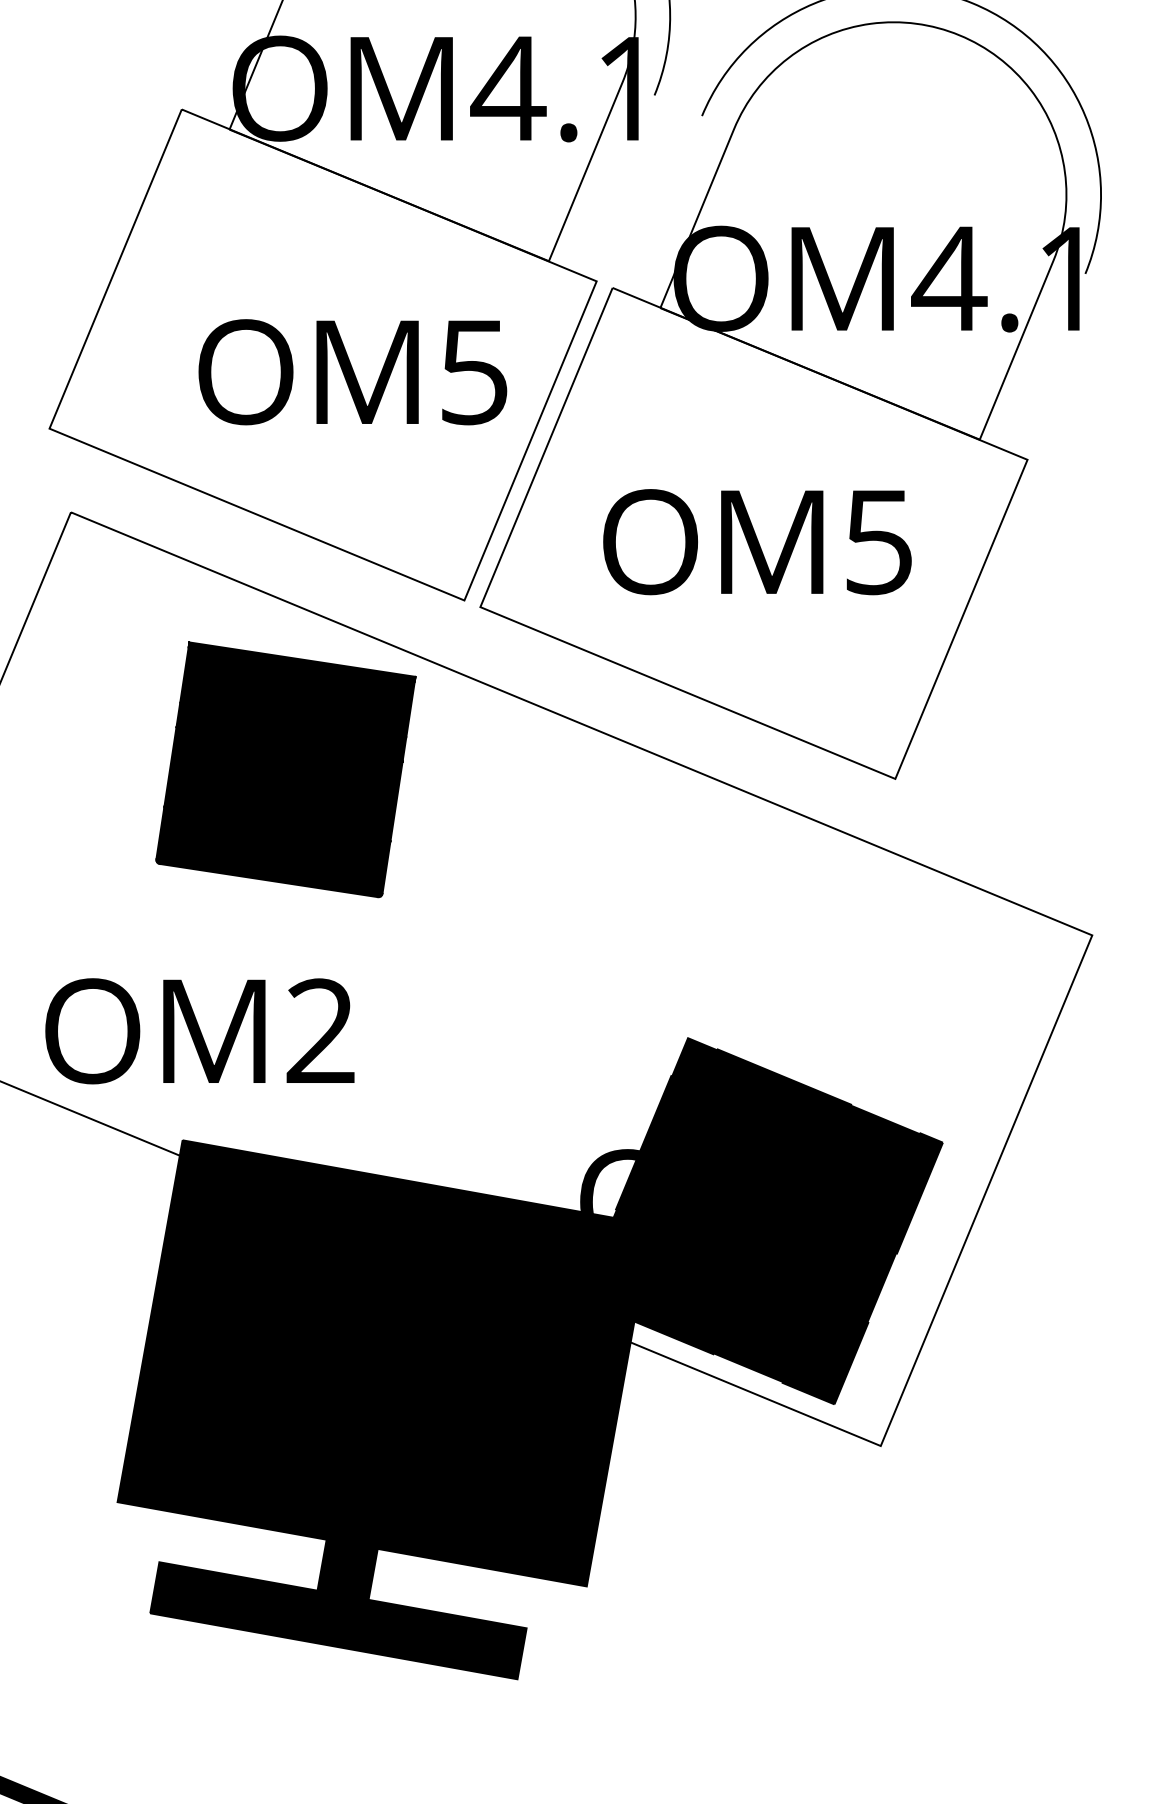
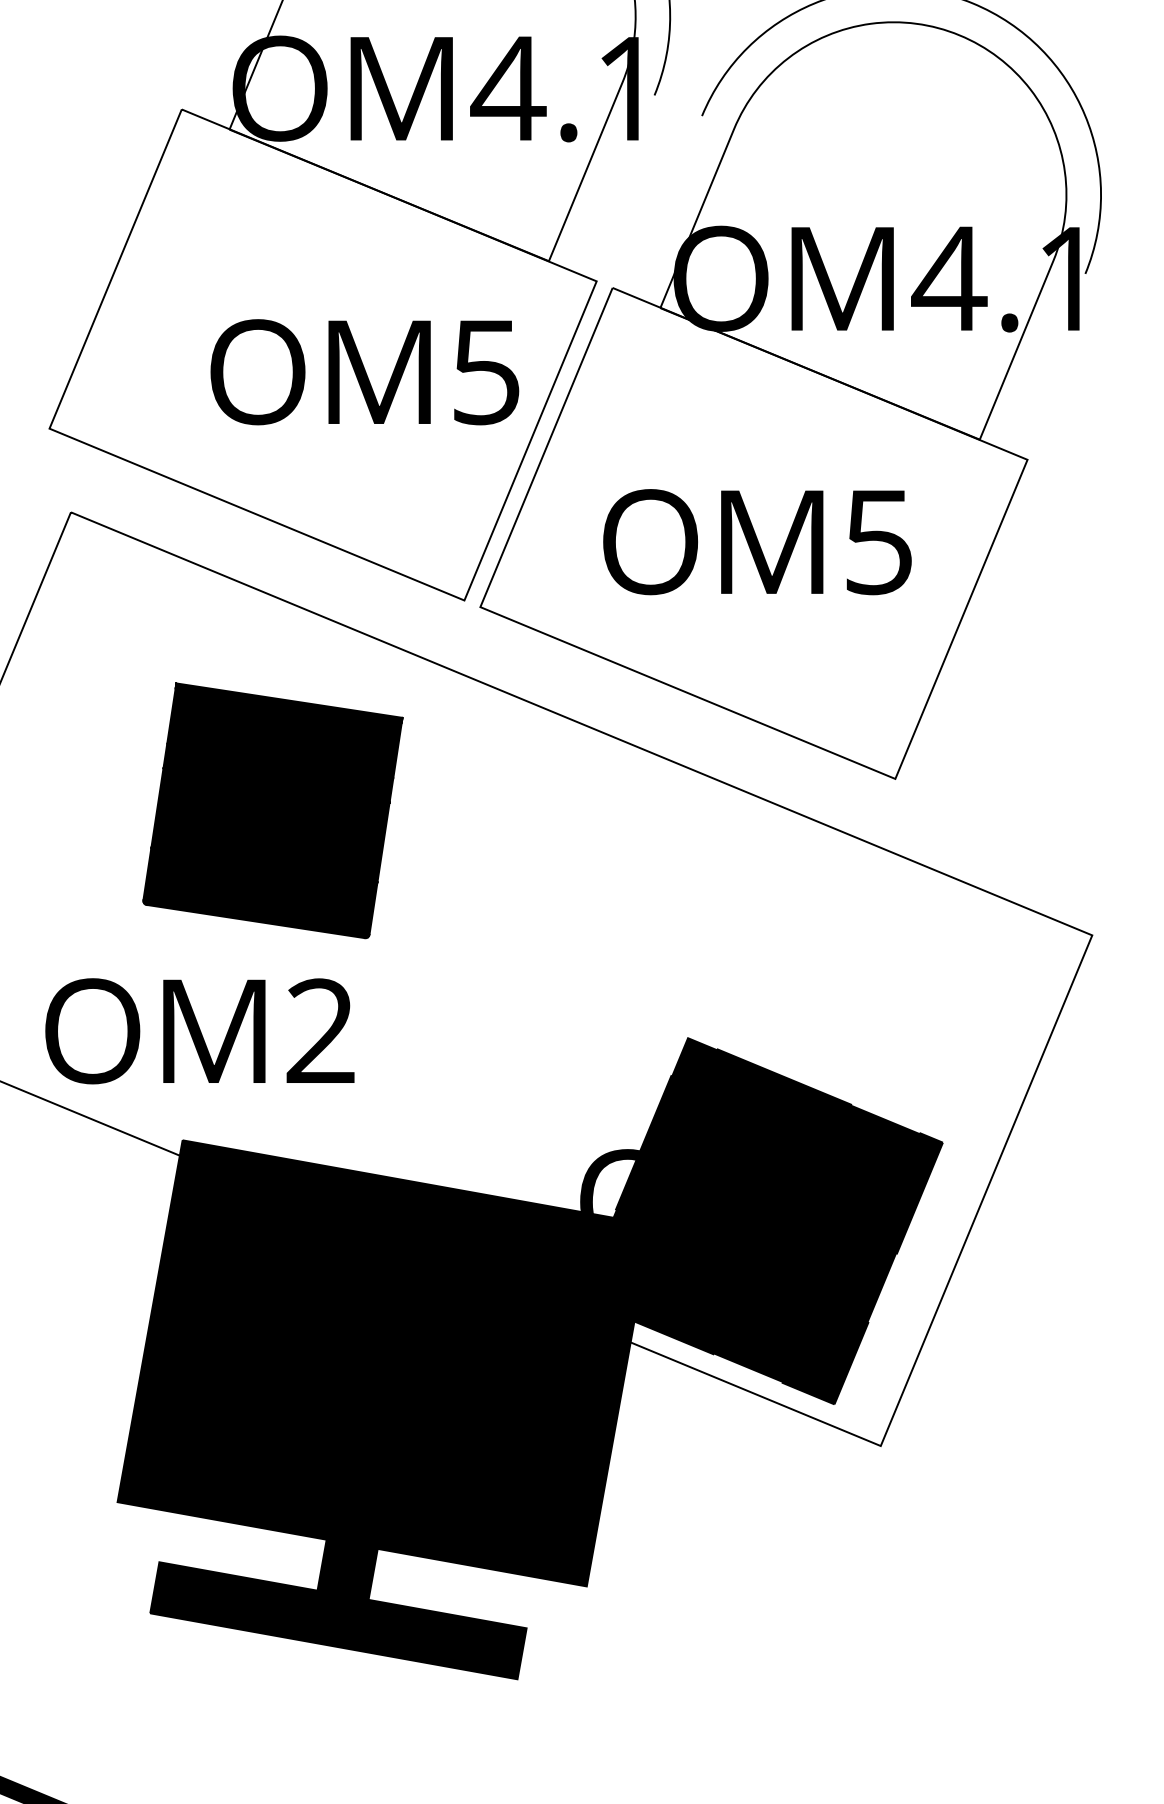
text at (352, 372) position: (352, 372) -> (364, 372)
part at (285, 769) position: (285, 769) -> (272, 810)
